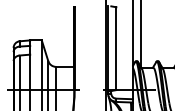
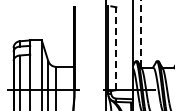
line at (141, 33): solid -> dashed
line at (116, 48): solid -> dashed
